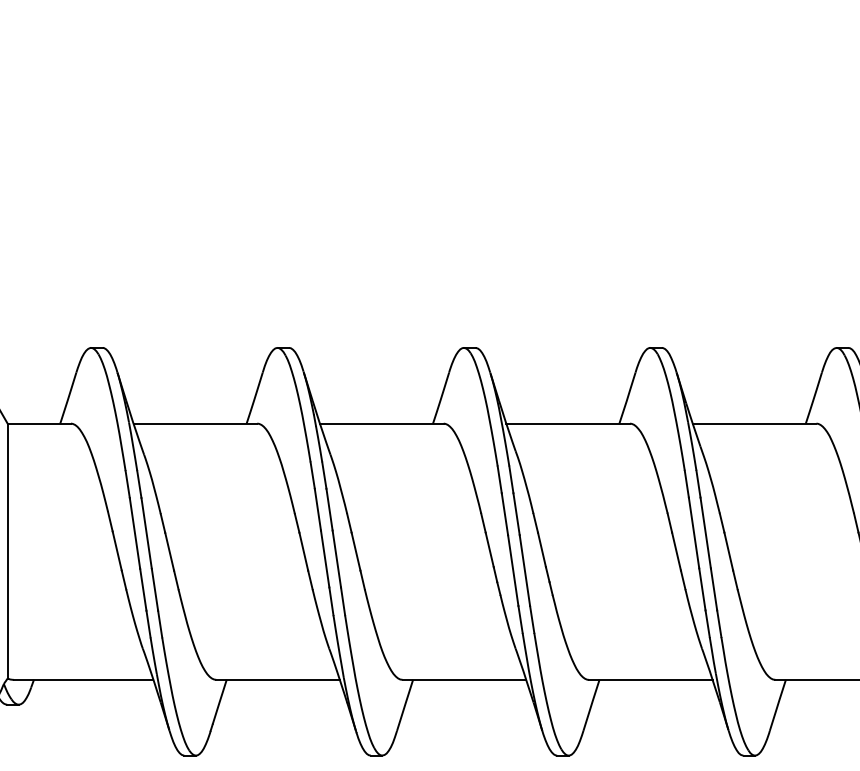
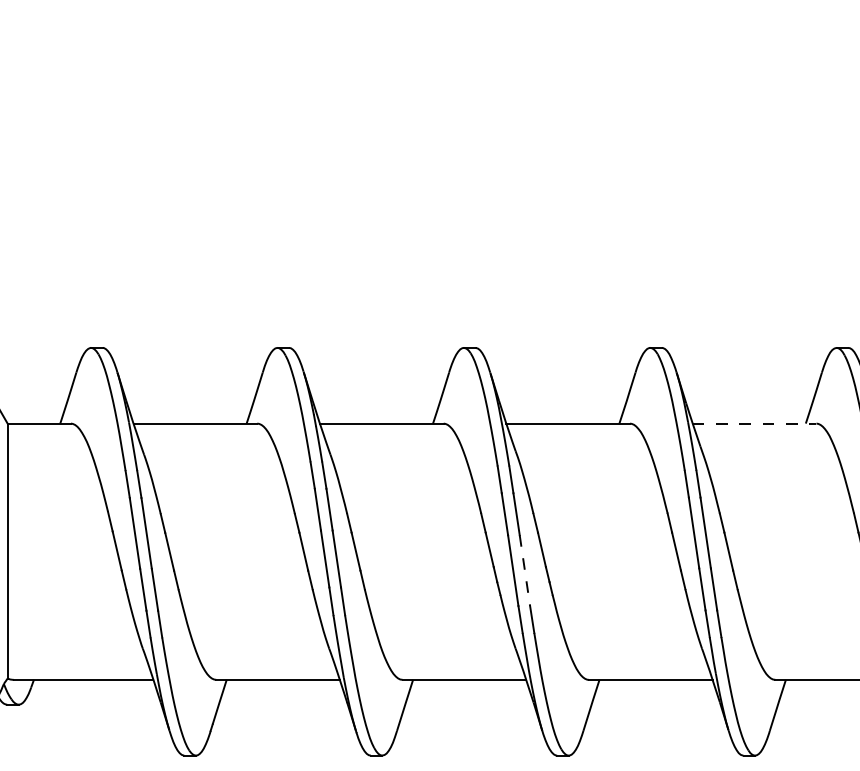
line at (754, 423): solid -> dashed
line at (524, 570): solid -> dashed
